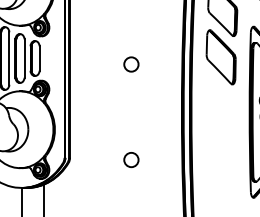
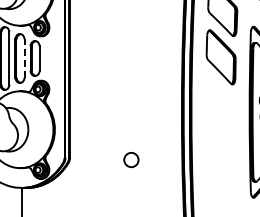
line at (24, 58): solid -> dashed
circle at (131, 64): present -> none
line at (43, 198): present -> none
